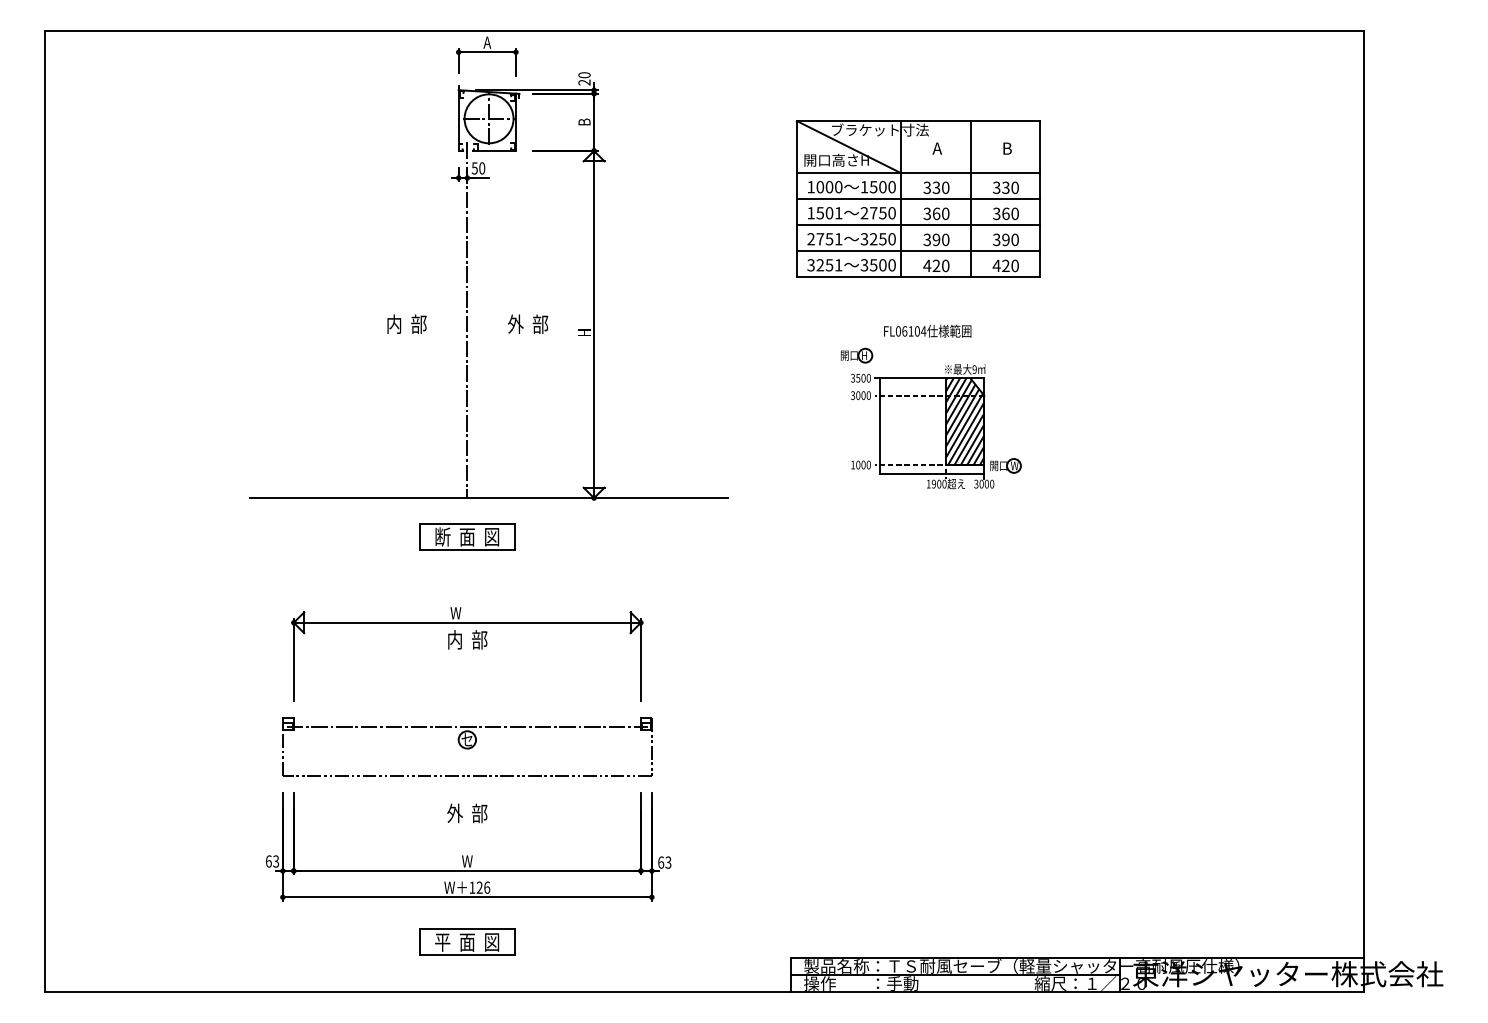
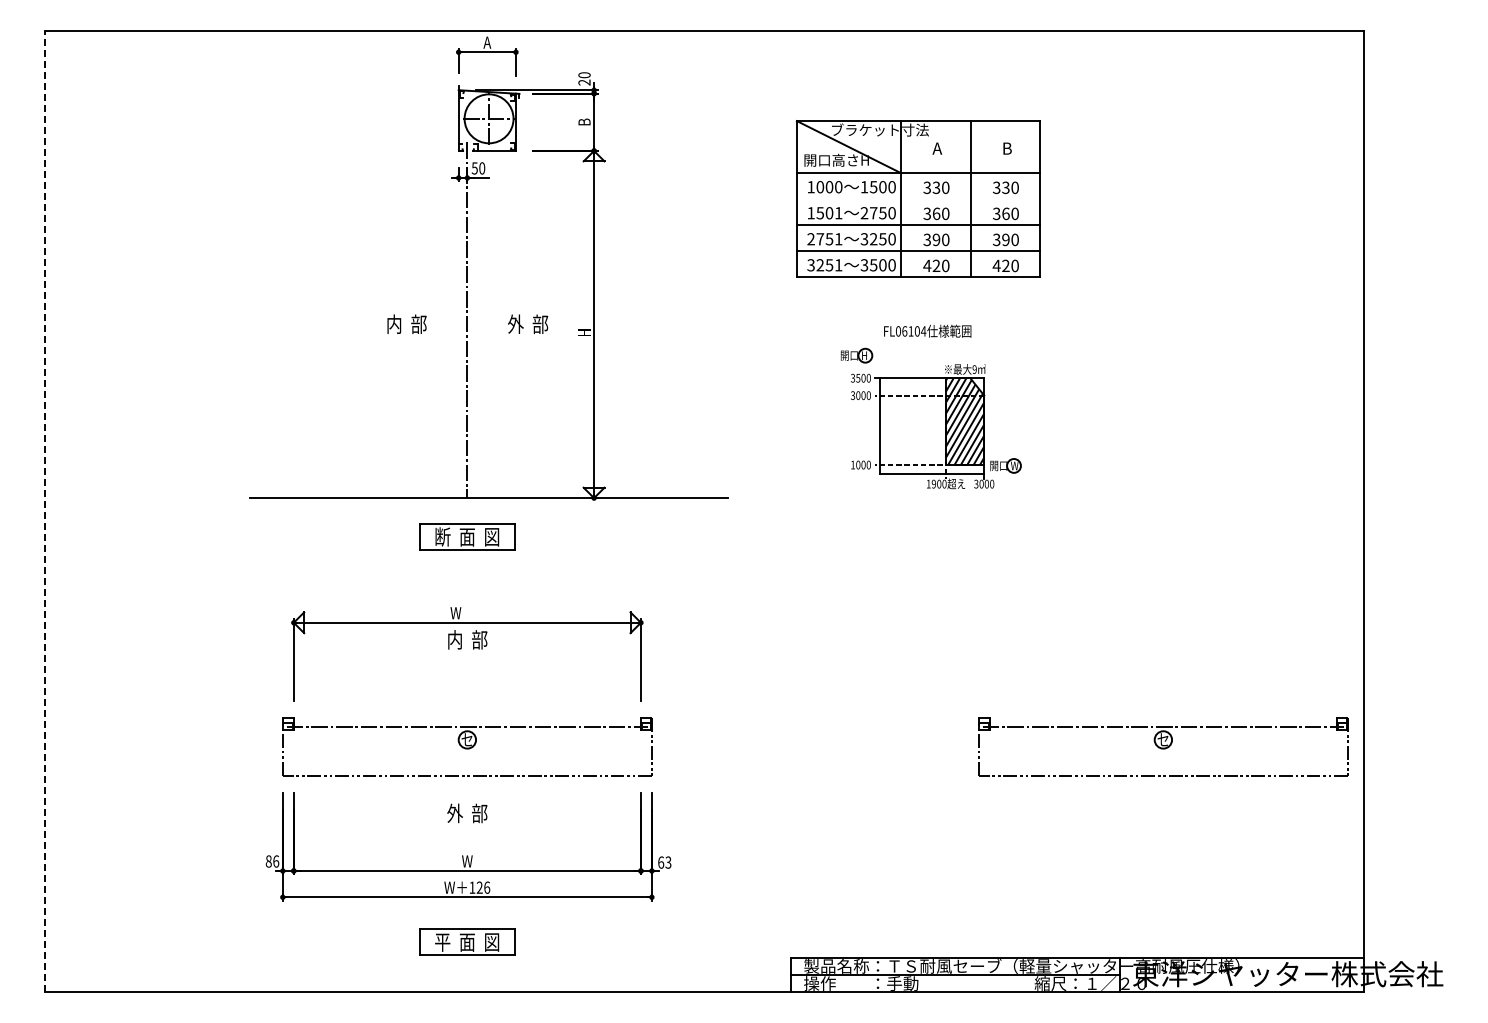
line at (917, 199): present -> none
line at (44, 511): solid -> dashed
part at (1163, 746): none -> present
text at (272, 861): 63 -> 86
